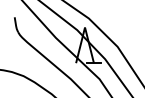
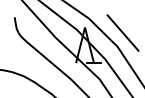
line at (122, 32): none -> present
